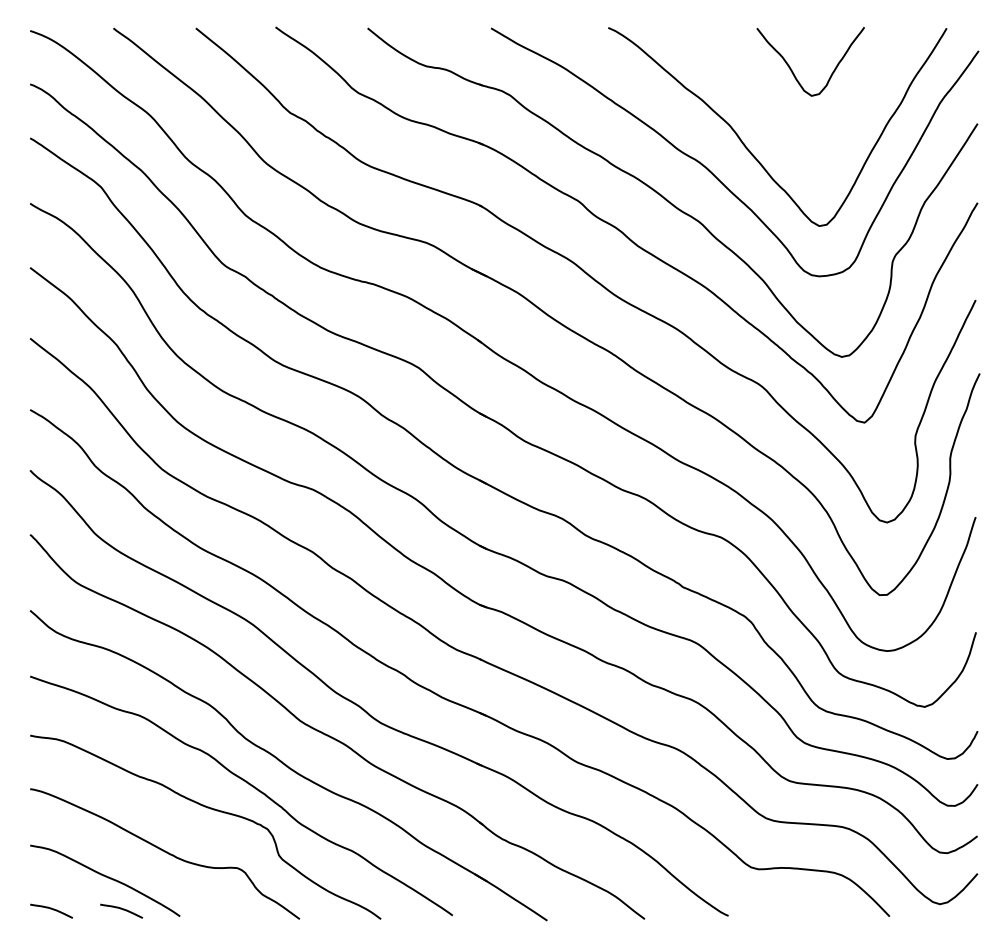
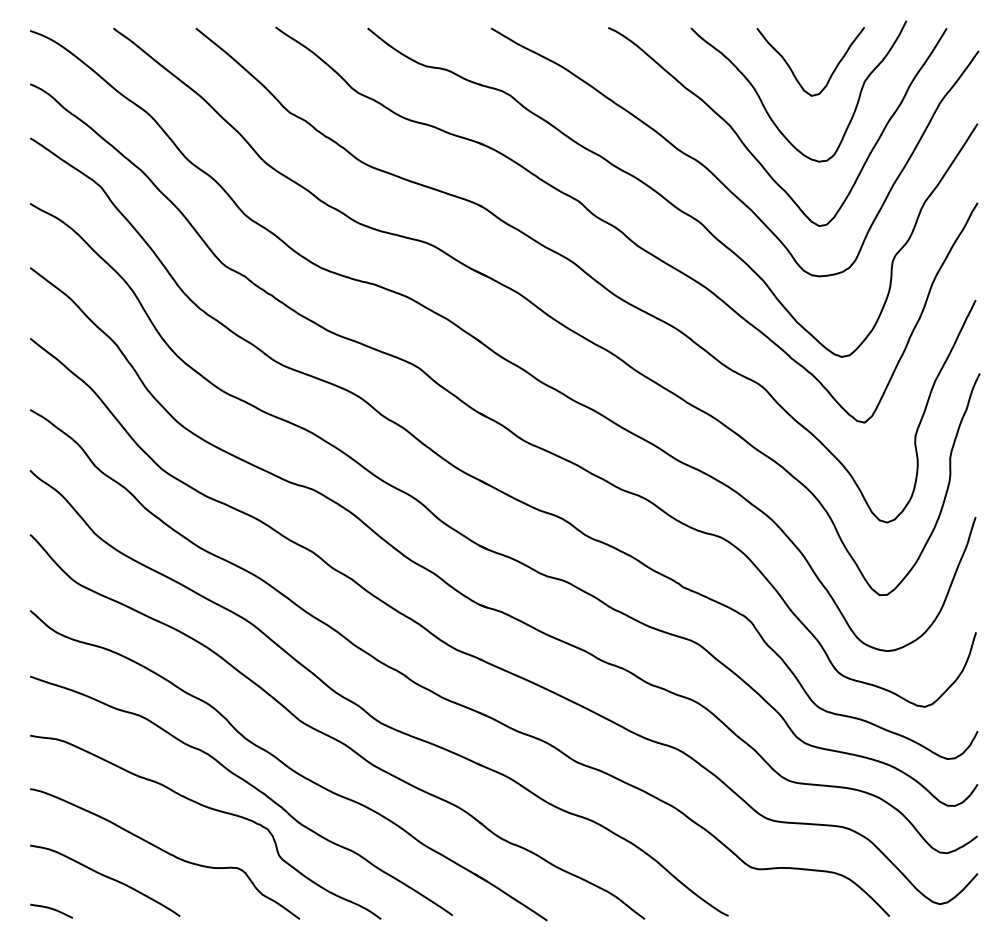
curve at (768, 112): none -> present
curve at (121, 909): present -> none
